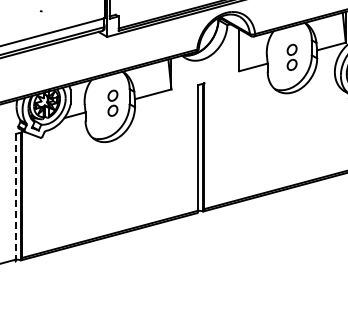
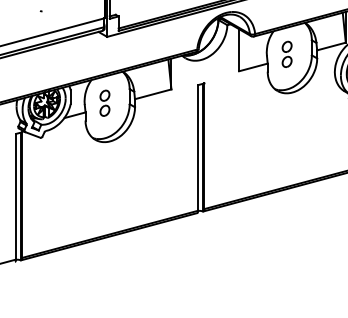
part at (291, 56) position: (291, 56) -> (286, 53)
part at (112, 102) position: (112, 102) -> (104, 102)
line at (16, 196): dashed -> solid
